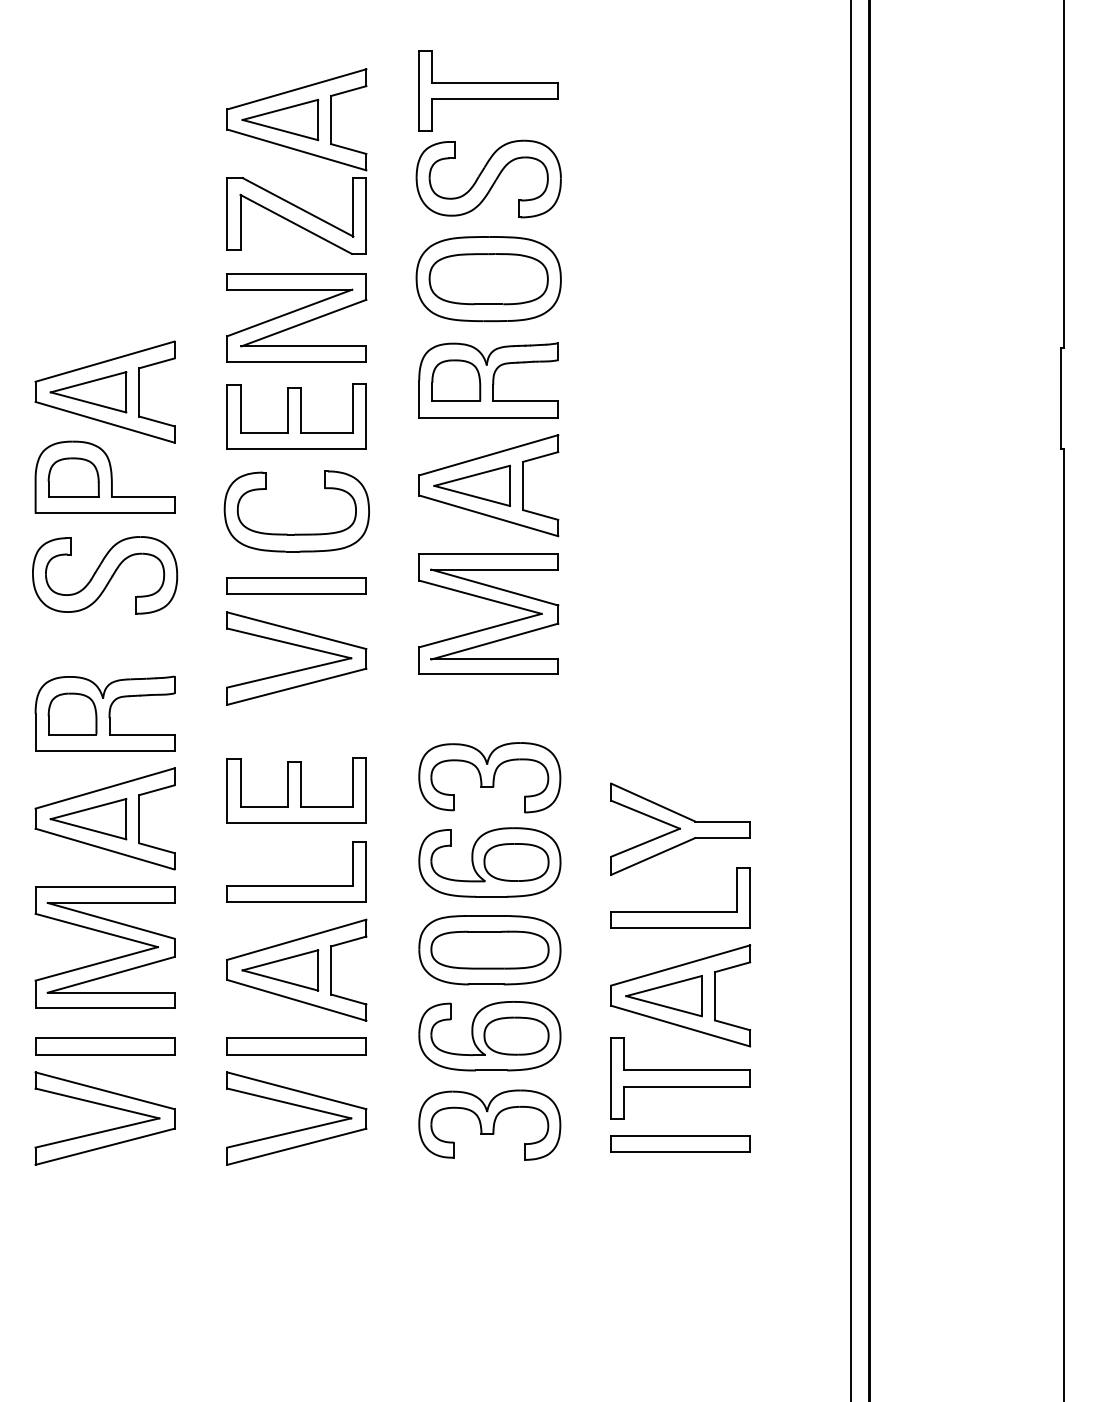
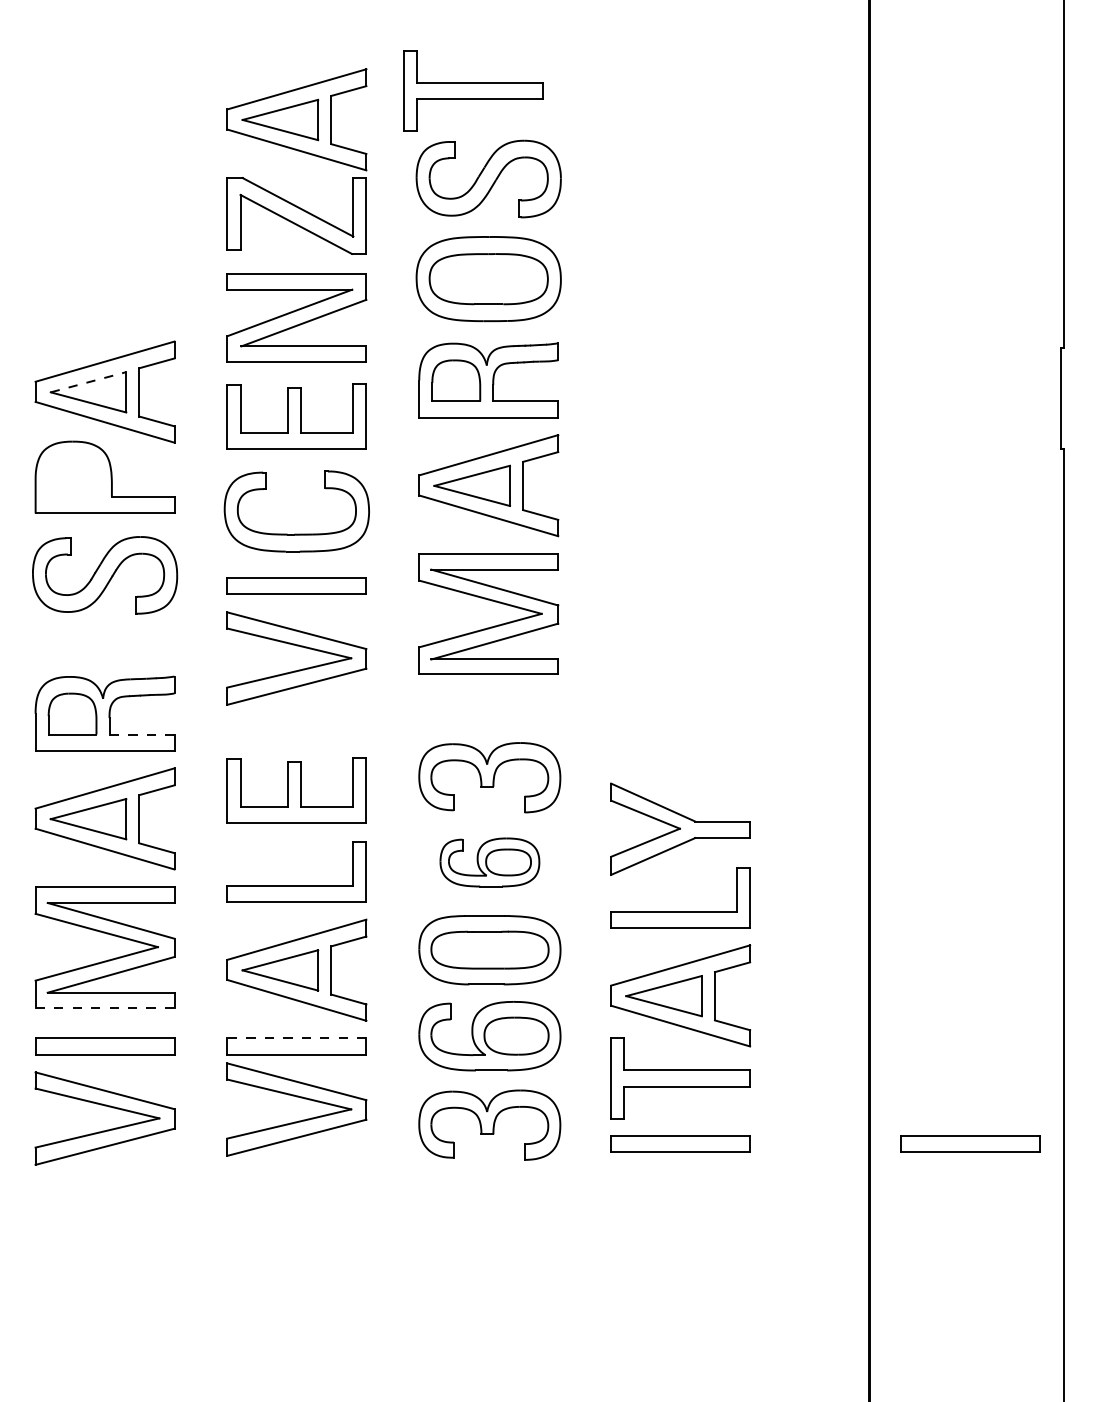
part at (488, 90) position: (488, 90) -> (473, 90)
line at (89, 382): solid -> dashed
part at (73, 477): present -> none
line at (850, 700): present -> none
line at (141, 734): solid -> dashed
part at (489, 862) size: 144x71 px -> 102x51 px
line at (105, 1007): solid -> dashed
line at (296, 1038): solid -> dashed
part at (298, 1129) position: (298, 1129) -> (298, 1120)
part at (970, 1143): none -> present
